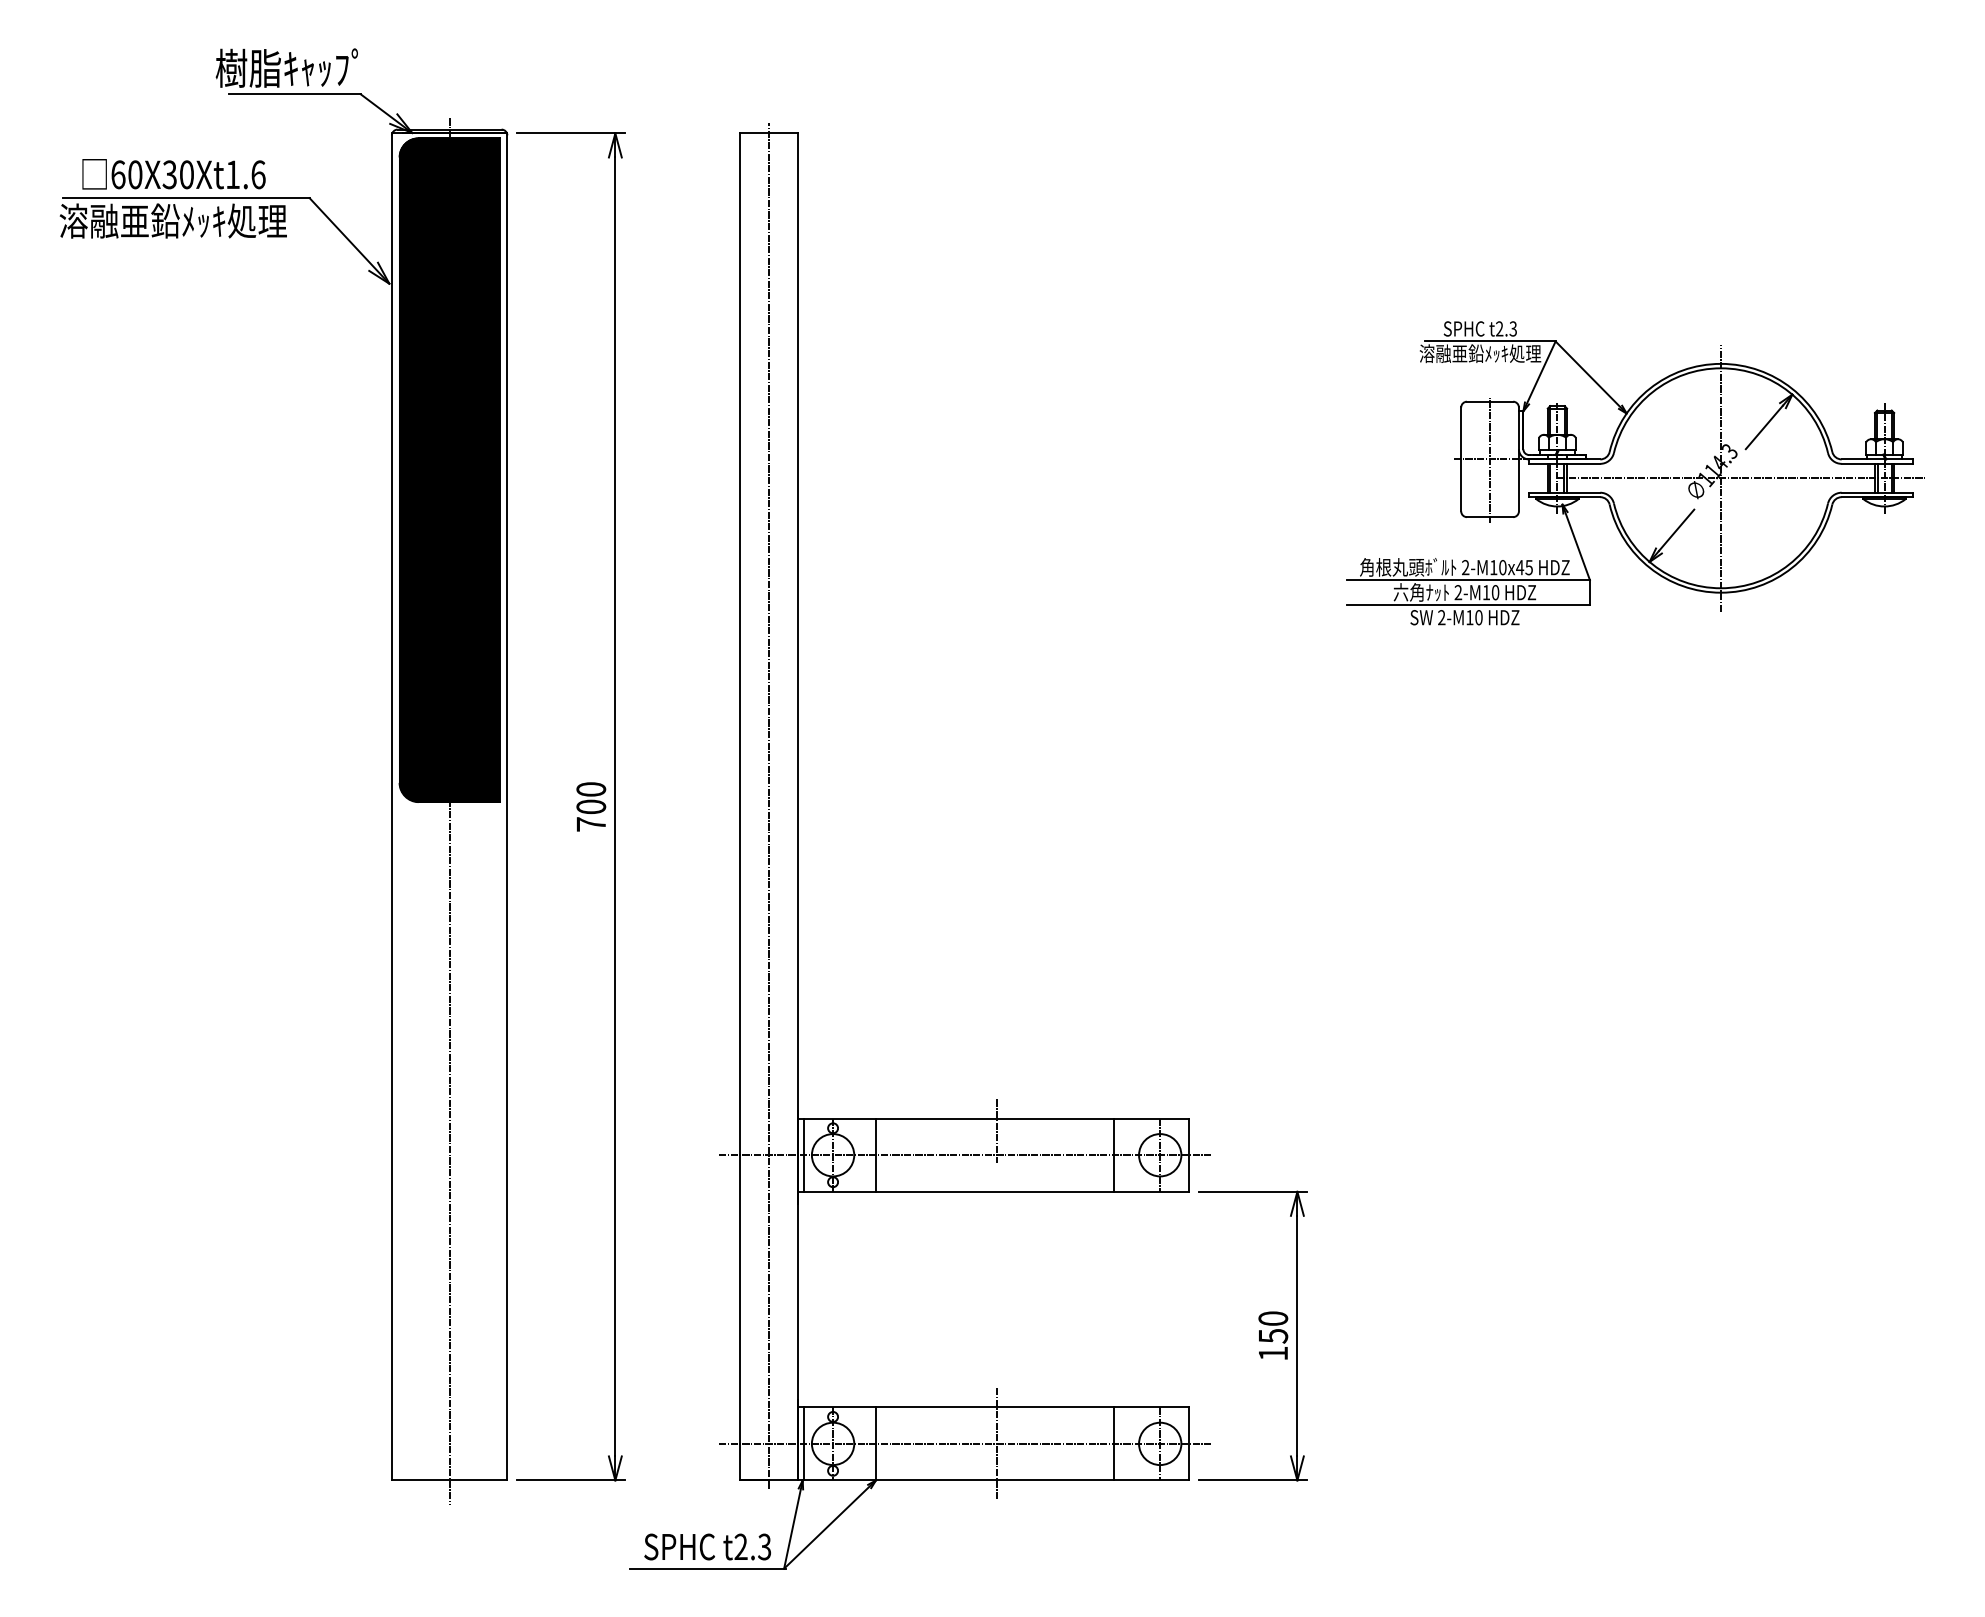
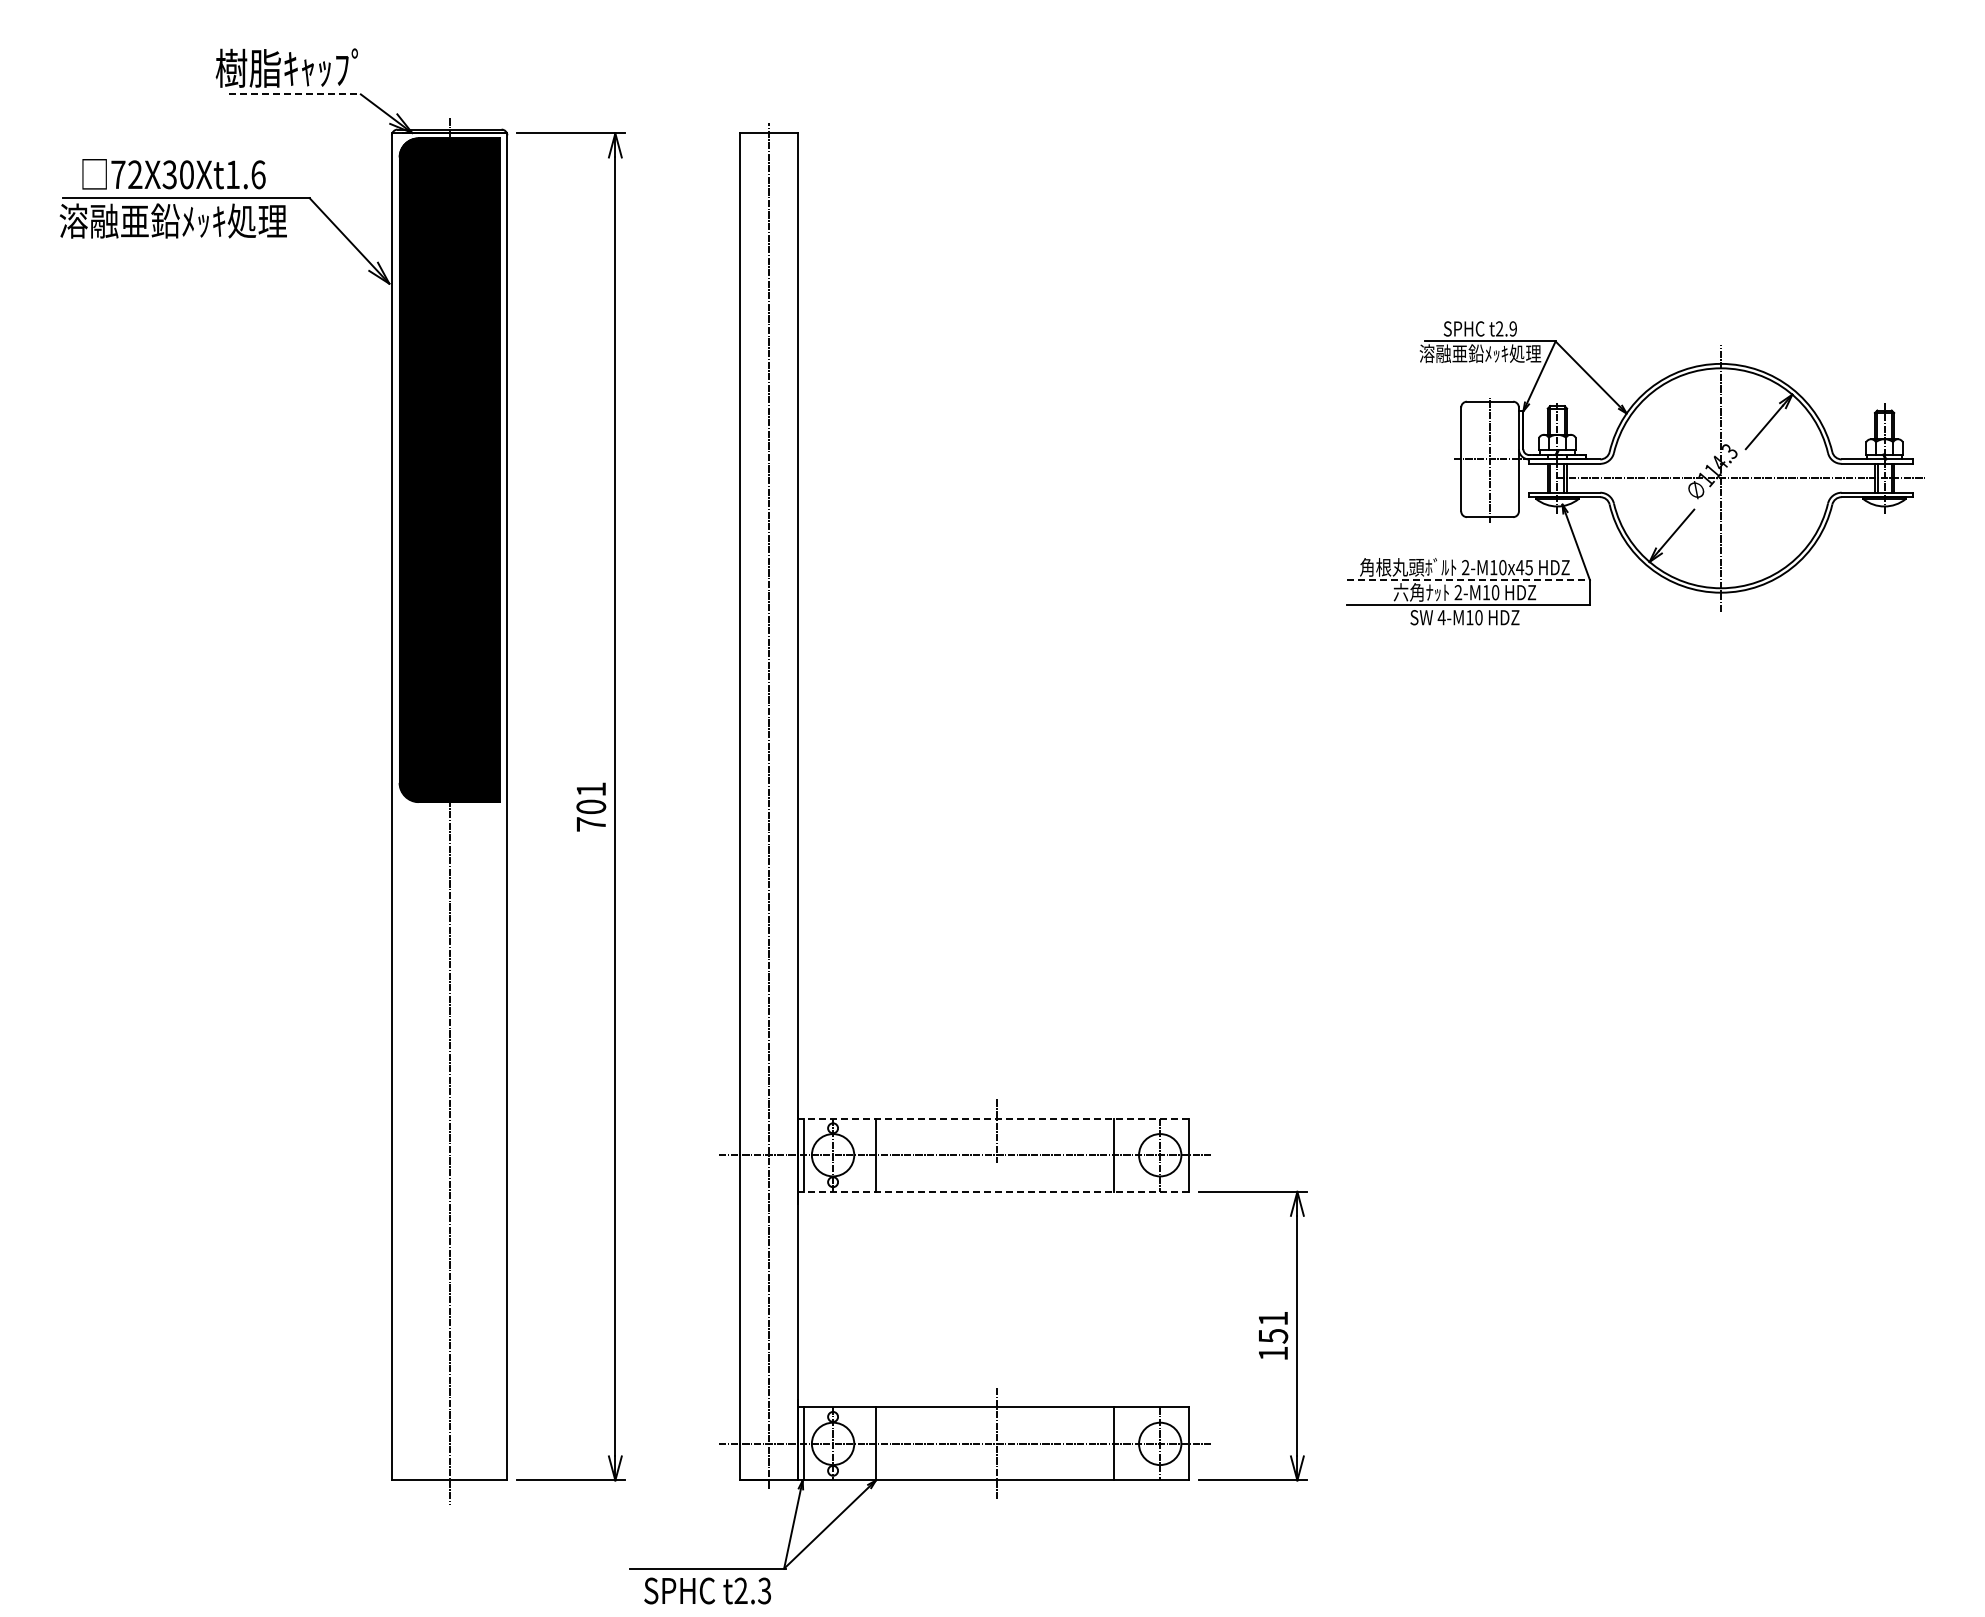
line at (295, 94): solid -> dashed
text at (126, 174): 60X30Xt1.6 -> 72X30Xt1.6
text at (1512, 328): t2.3 -> t2.9
line at (1469, 580): solid -> dashed
text at (1441, 617): 2-M10 -> 4-M10
text at (591, 789): 700 -> 701
line at (993, 1118): solid -> dashed
line at (993, 1191): solid -> dashed
text at (1273, 1318): 150 -> 151
text at (707, 1546) position: (707, 1546) -> (707, 1590)
